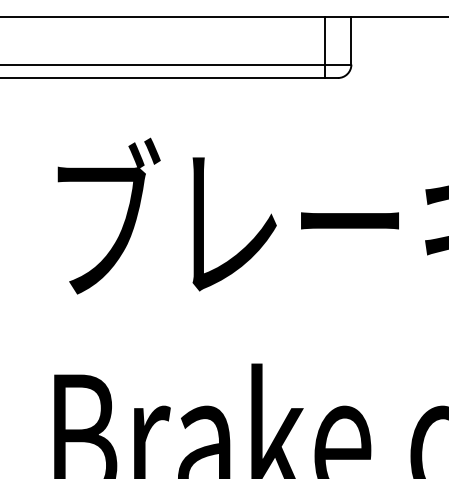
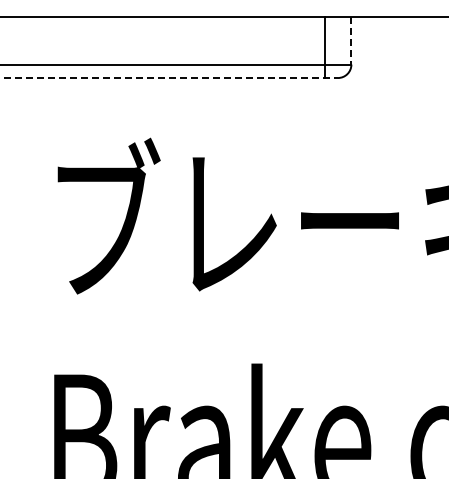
line at (351, 40): solid -> dashed
line at (169, 78): solid -> dashed
